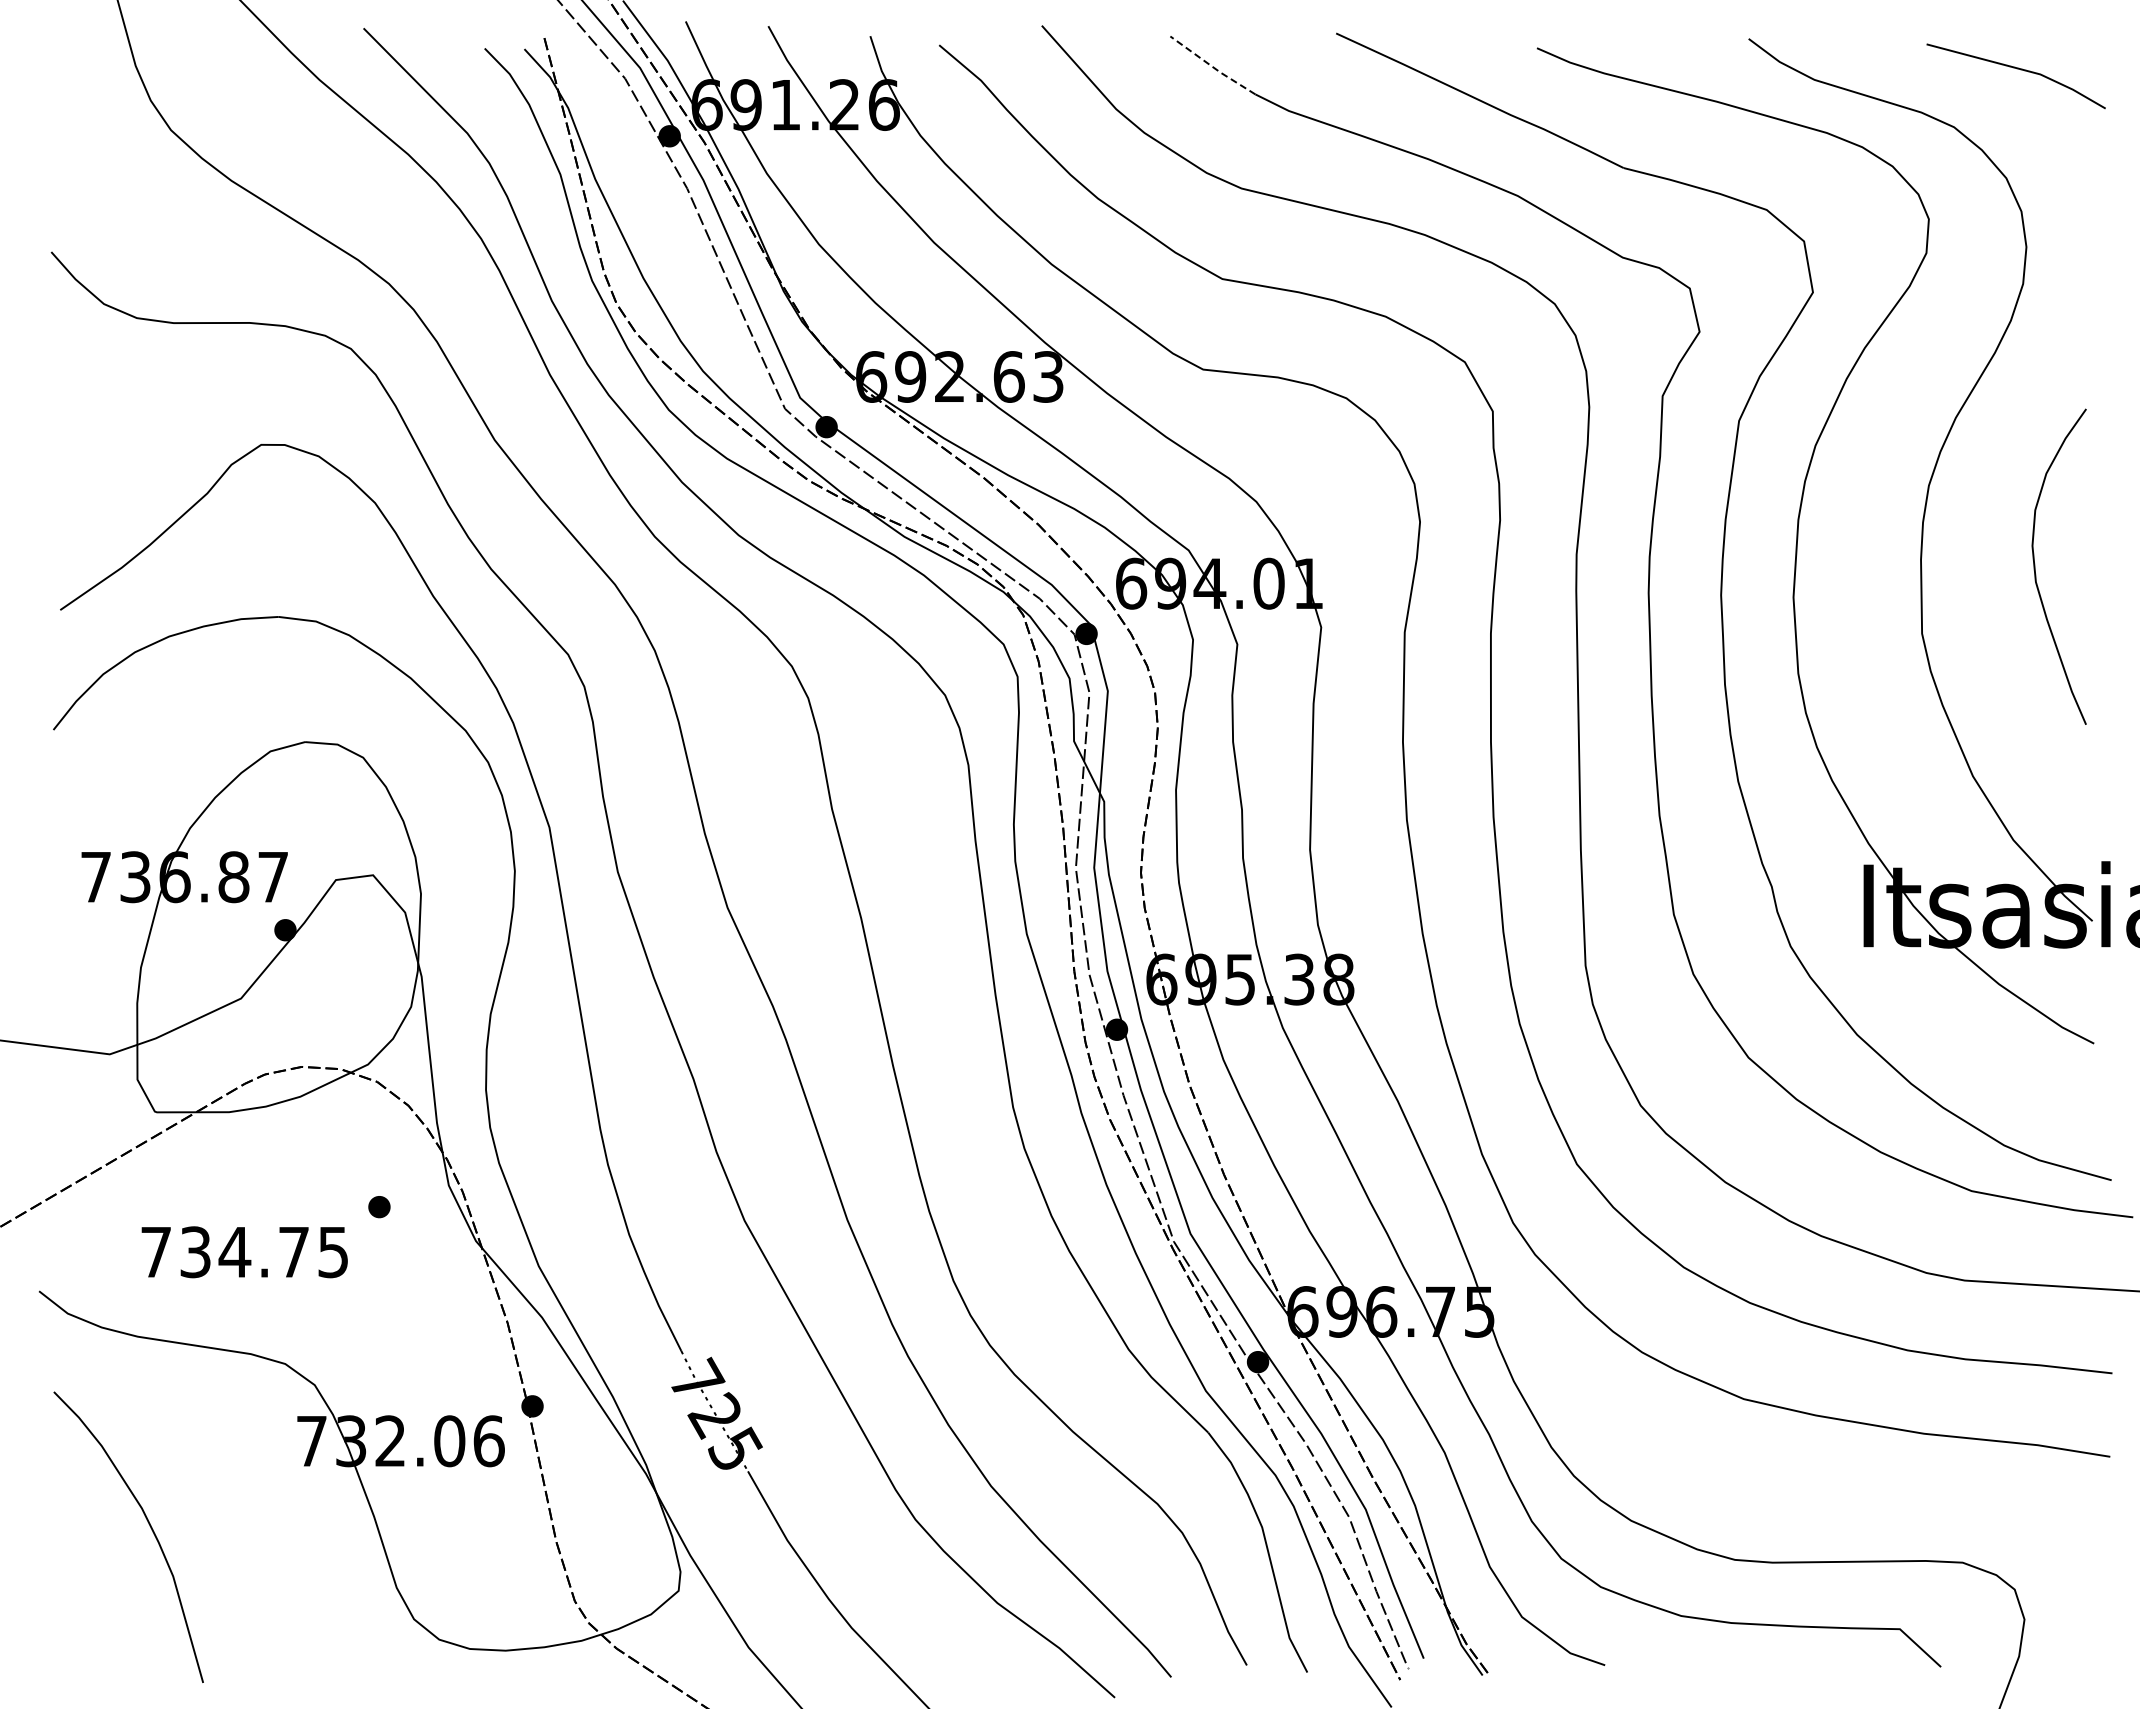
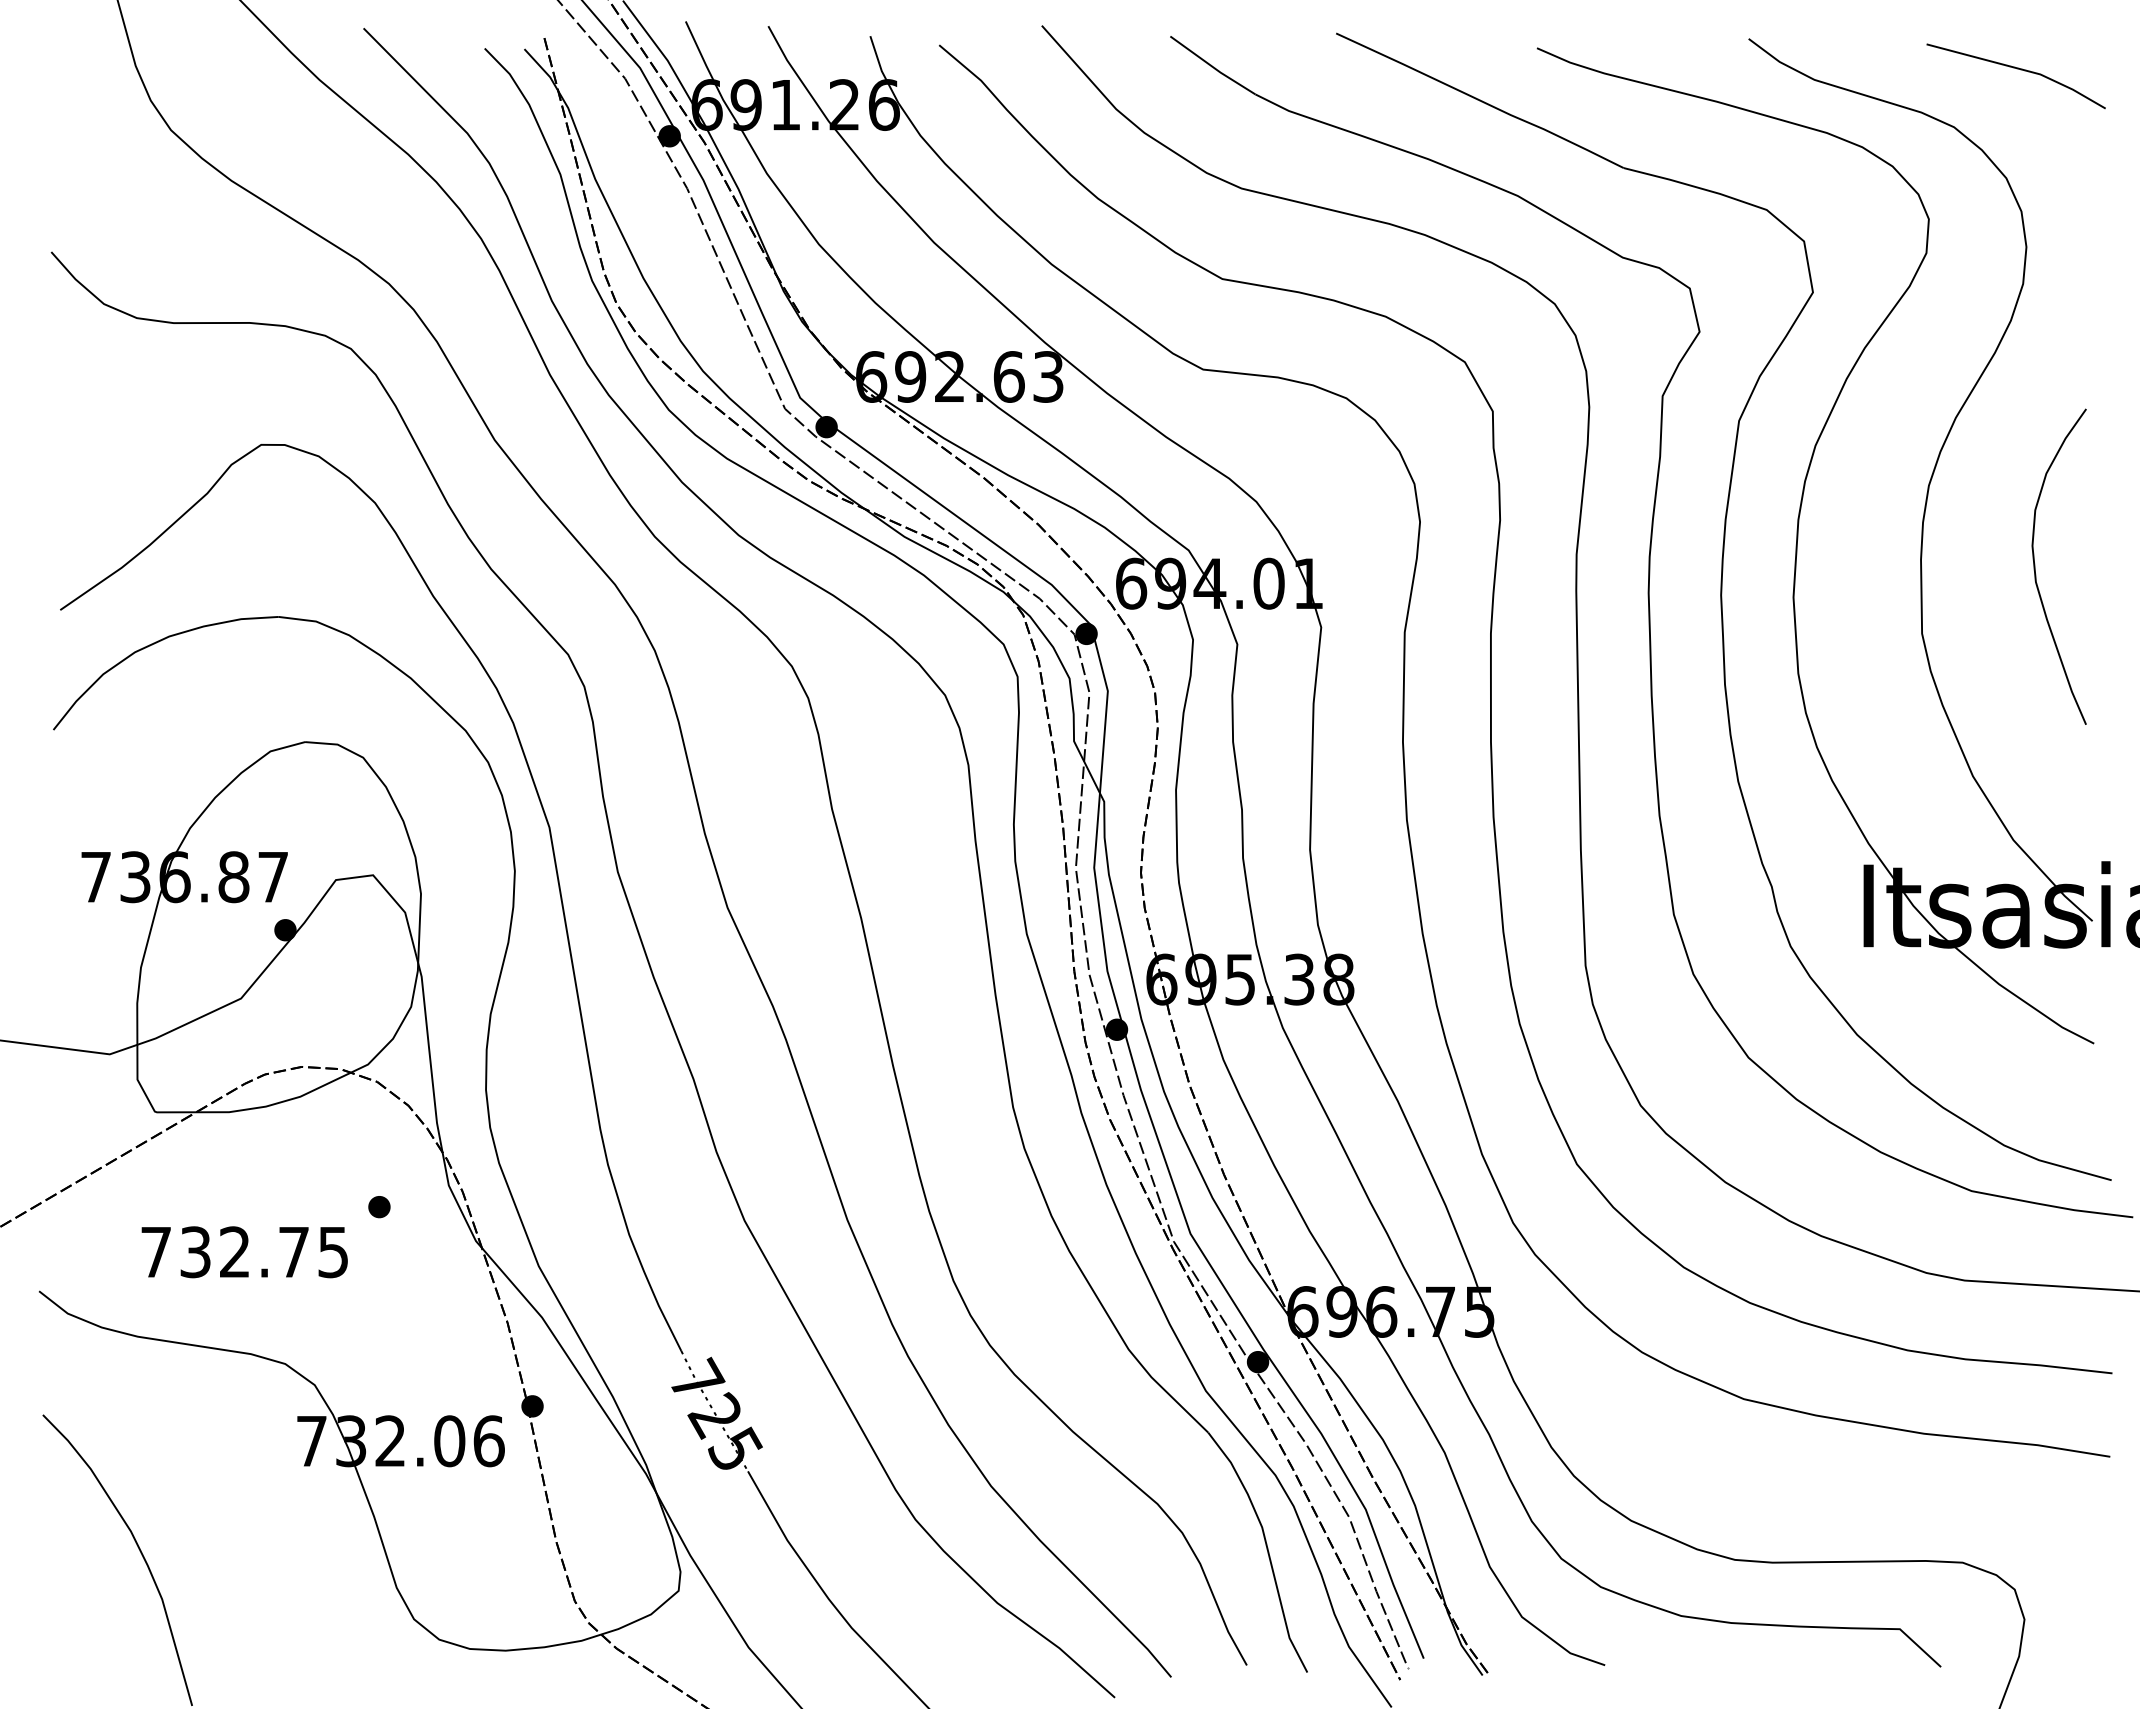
line at (1212, 66): dashed -> solid
text at (234, 1251): 734.75 -> 732.75
curve at (149, 1526) position: (149, 1526) -> (138, 1549)
